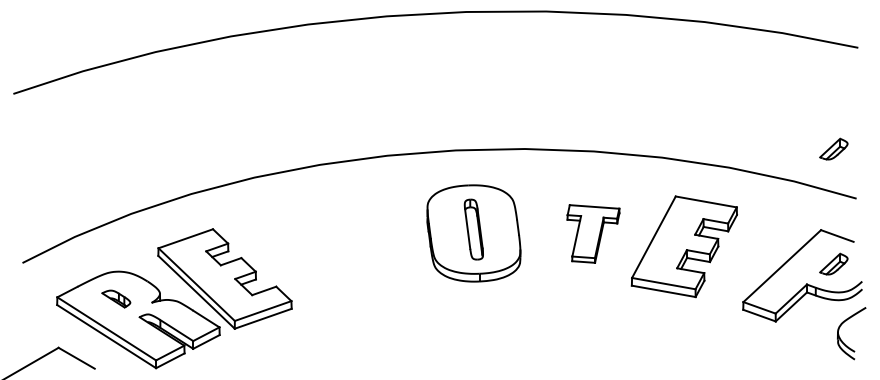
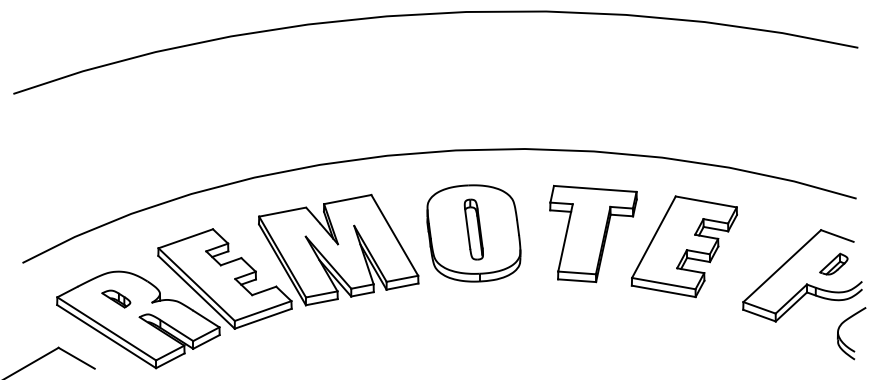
part at (833, 148): present -> none
part at (593, 233) size: 55x60 px -> 89x100 px
part at (338, 249): none -> present
